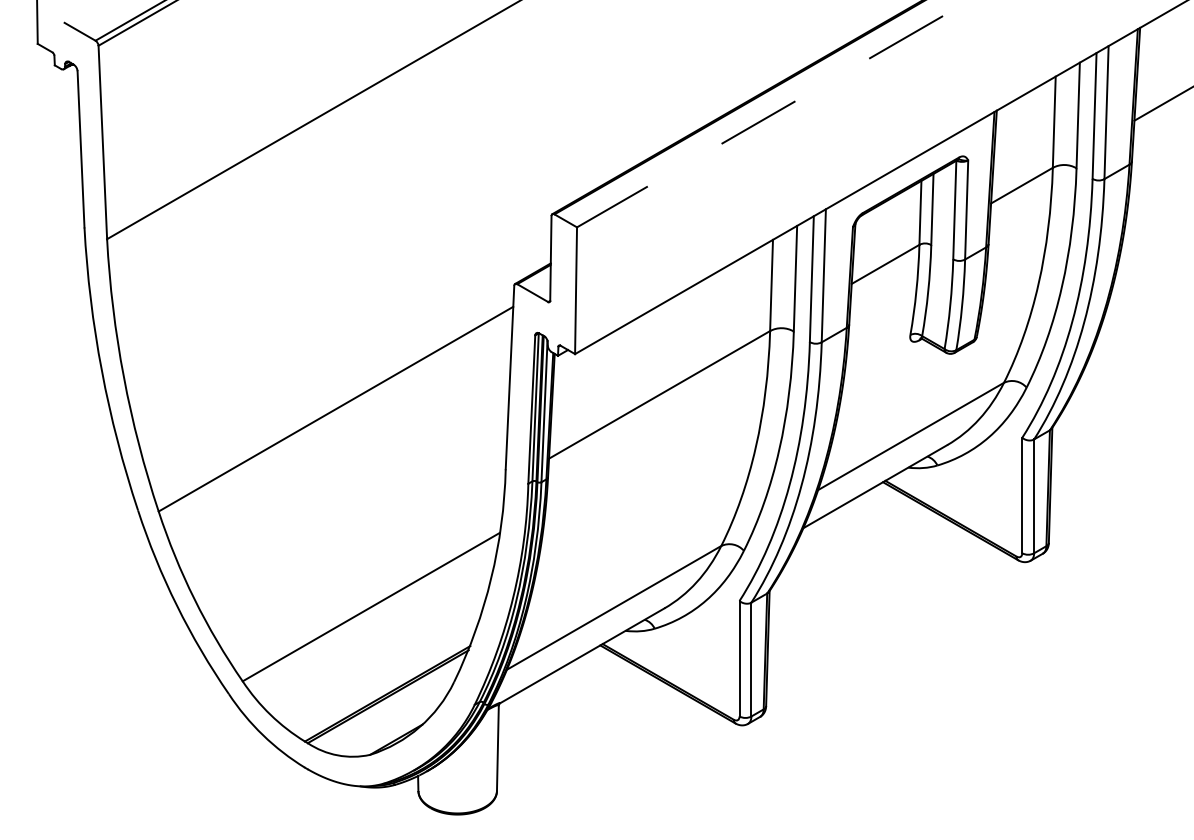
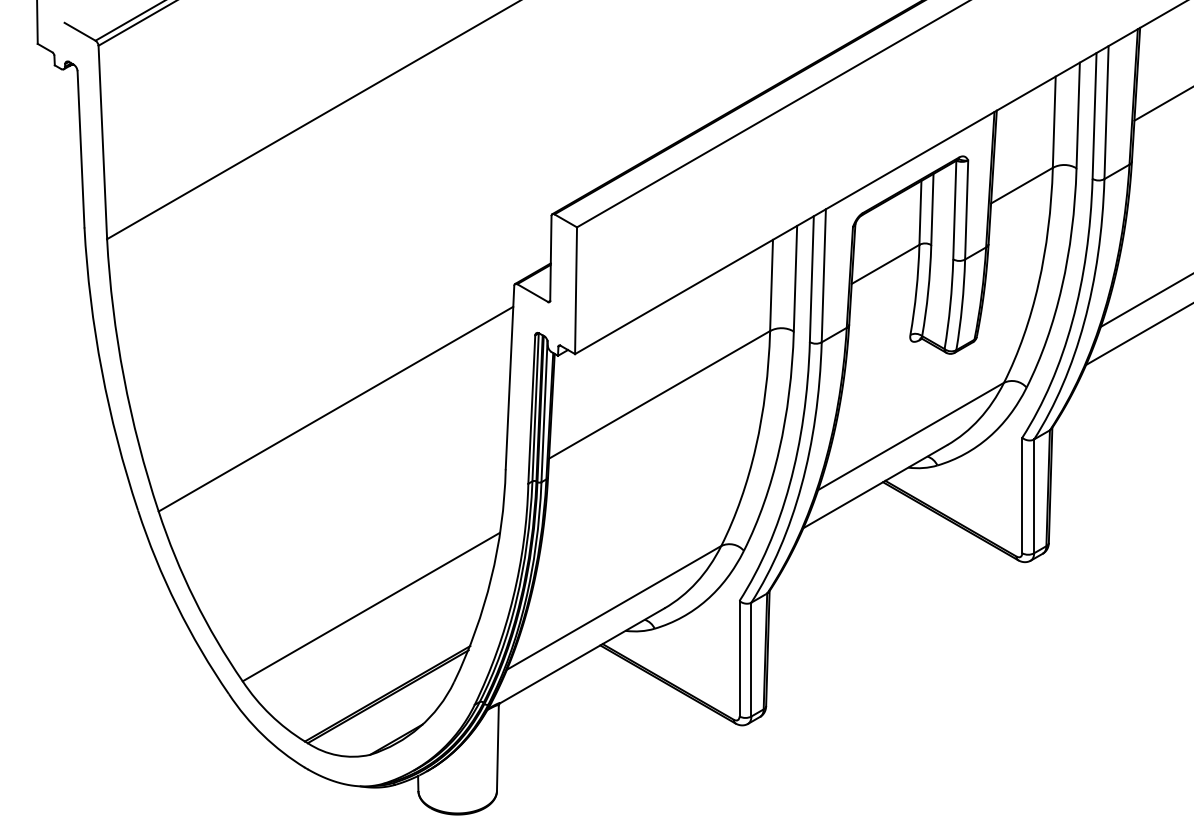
line at (773, 113): dashed -> solid
line at (1145, 300): none -> present
line at (1138, 334): none -> present
